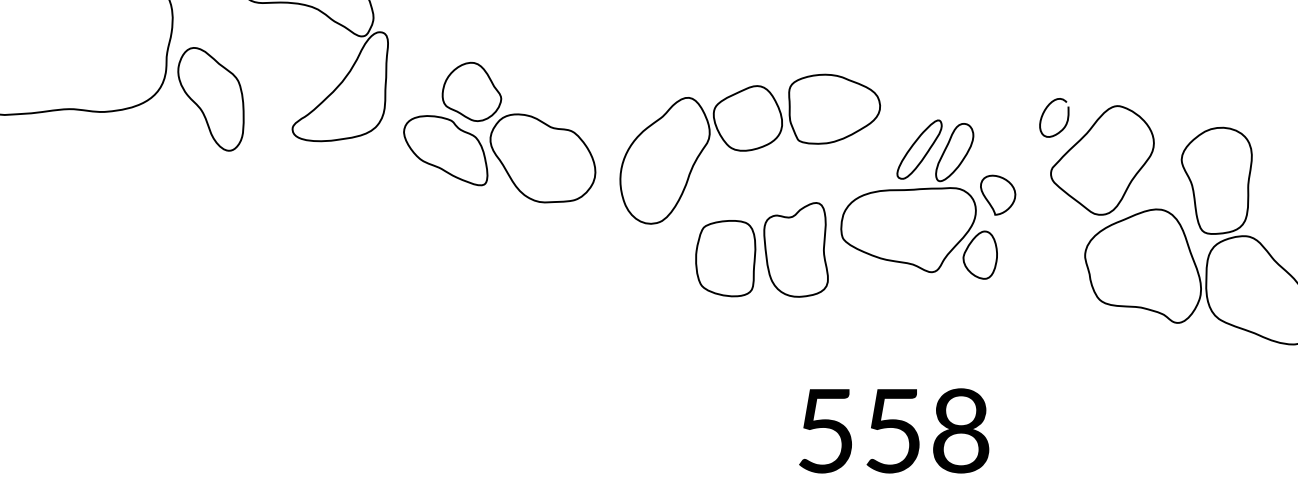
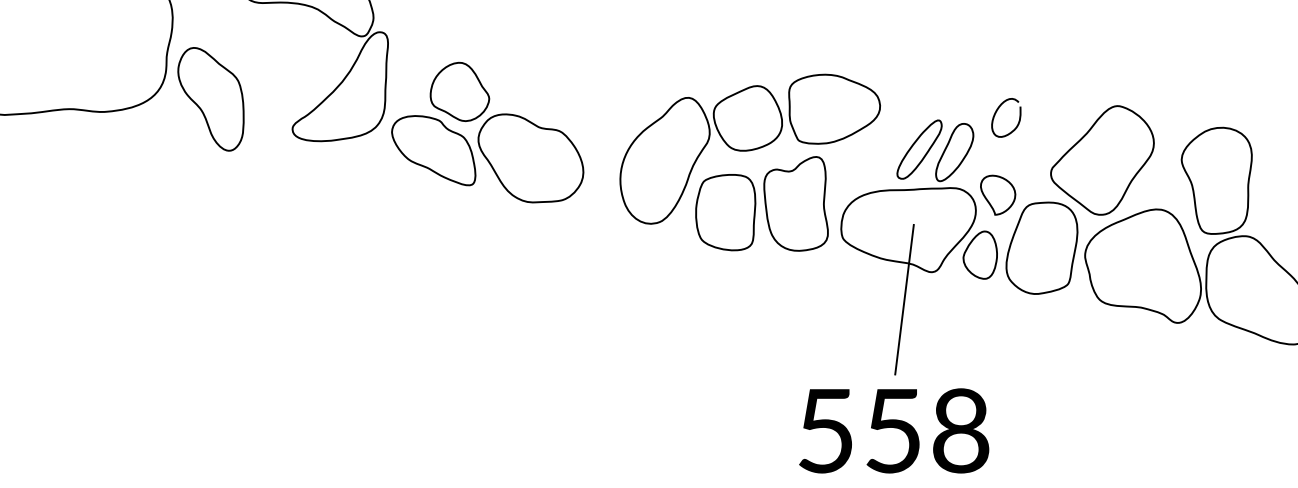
curve at (1044, 113) position: (1044, 113) -> (996, 113)
part at (499, 132) position: (499, 132) -> (487, 132)
part at (1041, 247): none -> present
part at (761, 249) position: (761, 249) -> (761, 203)
line at (904, 299): none -> present
